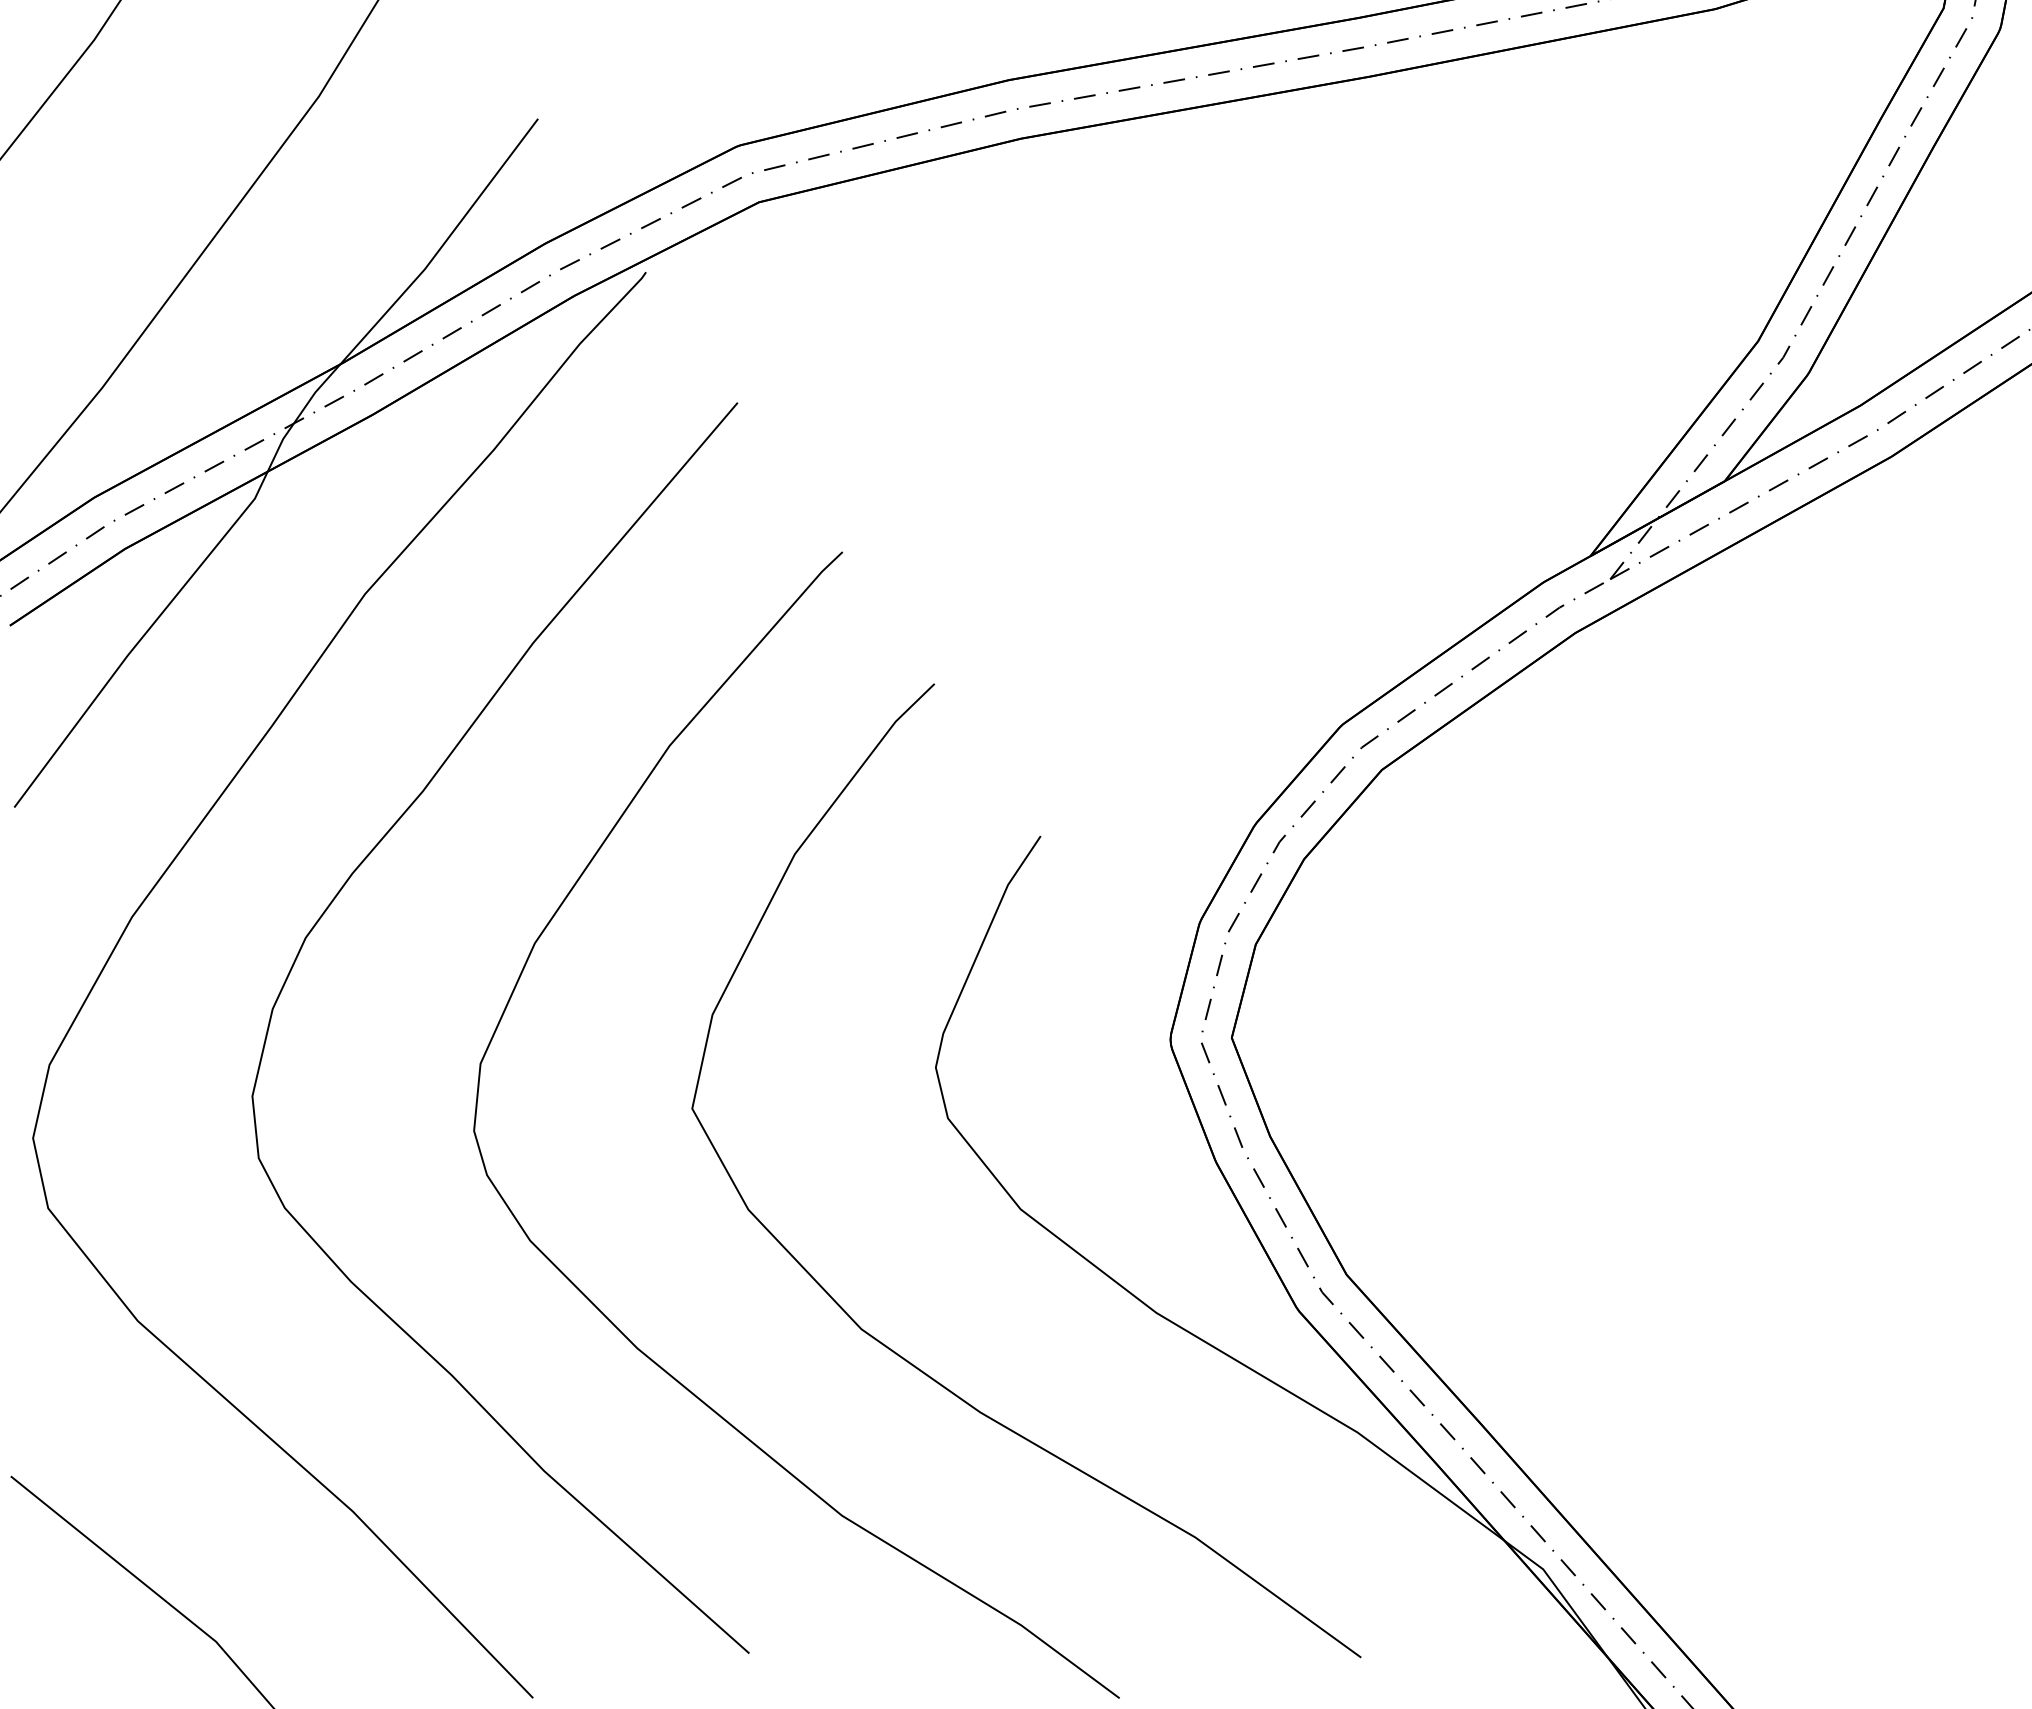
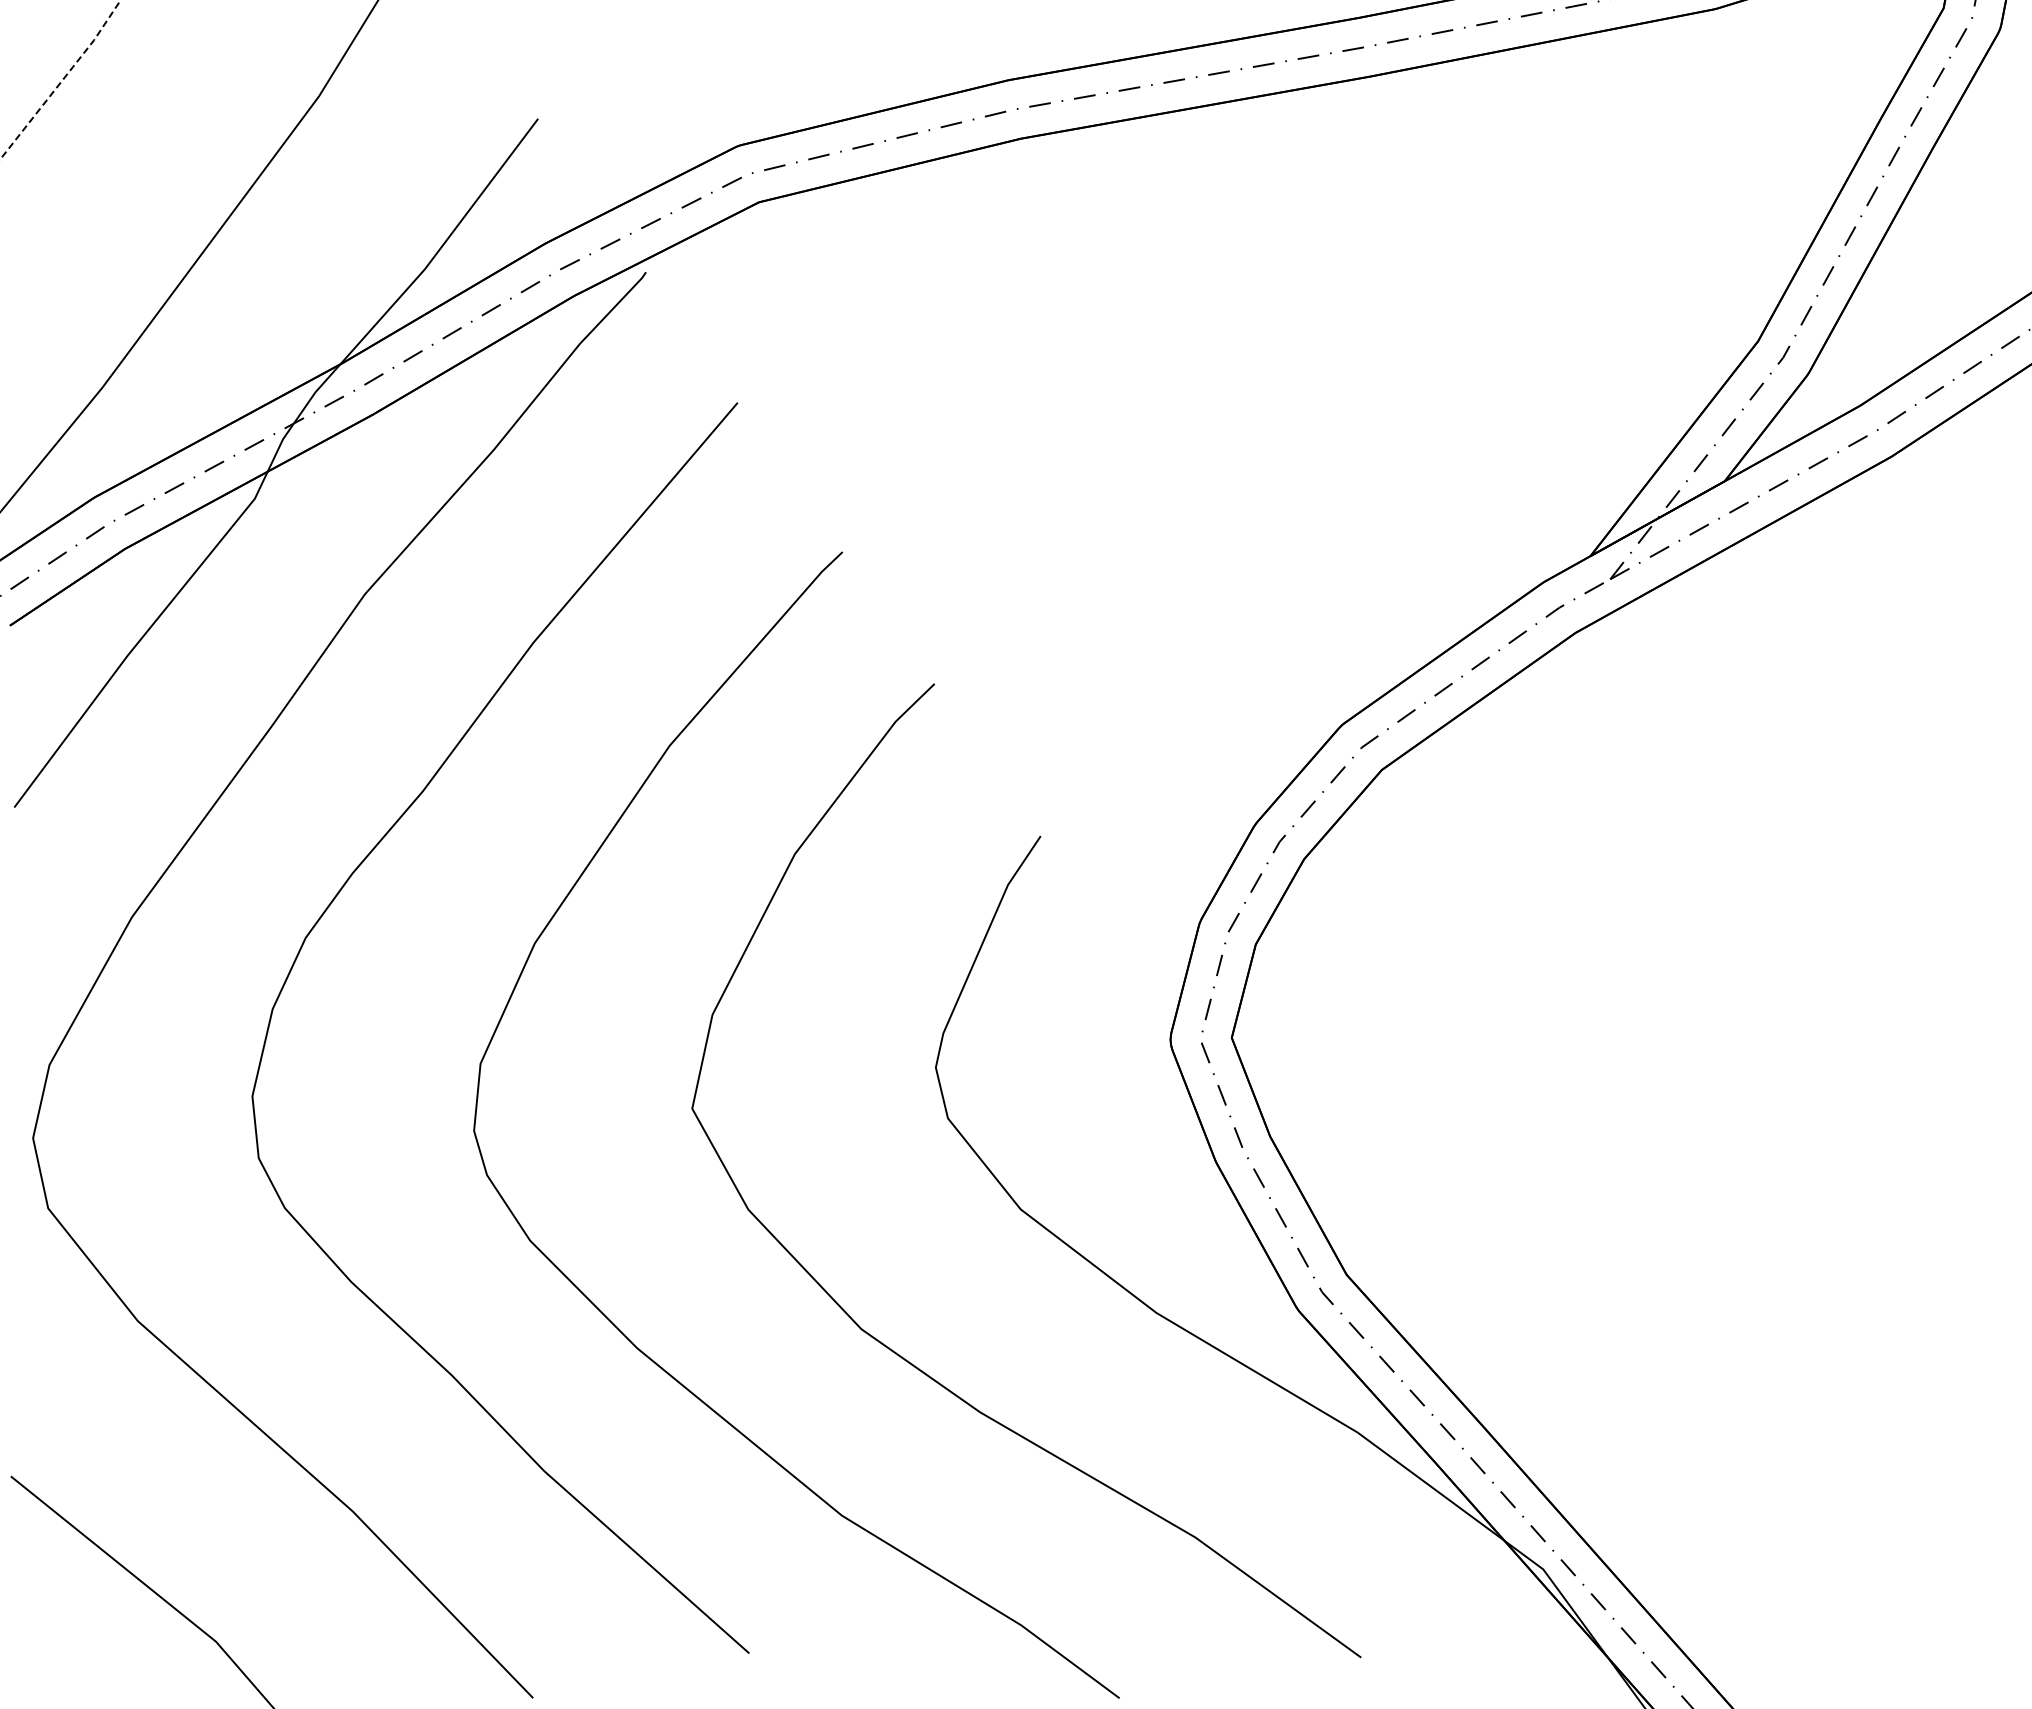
line at (62, 80): solid -> dashed
